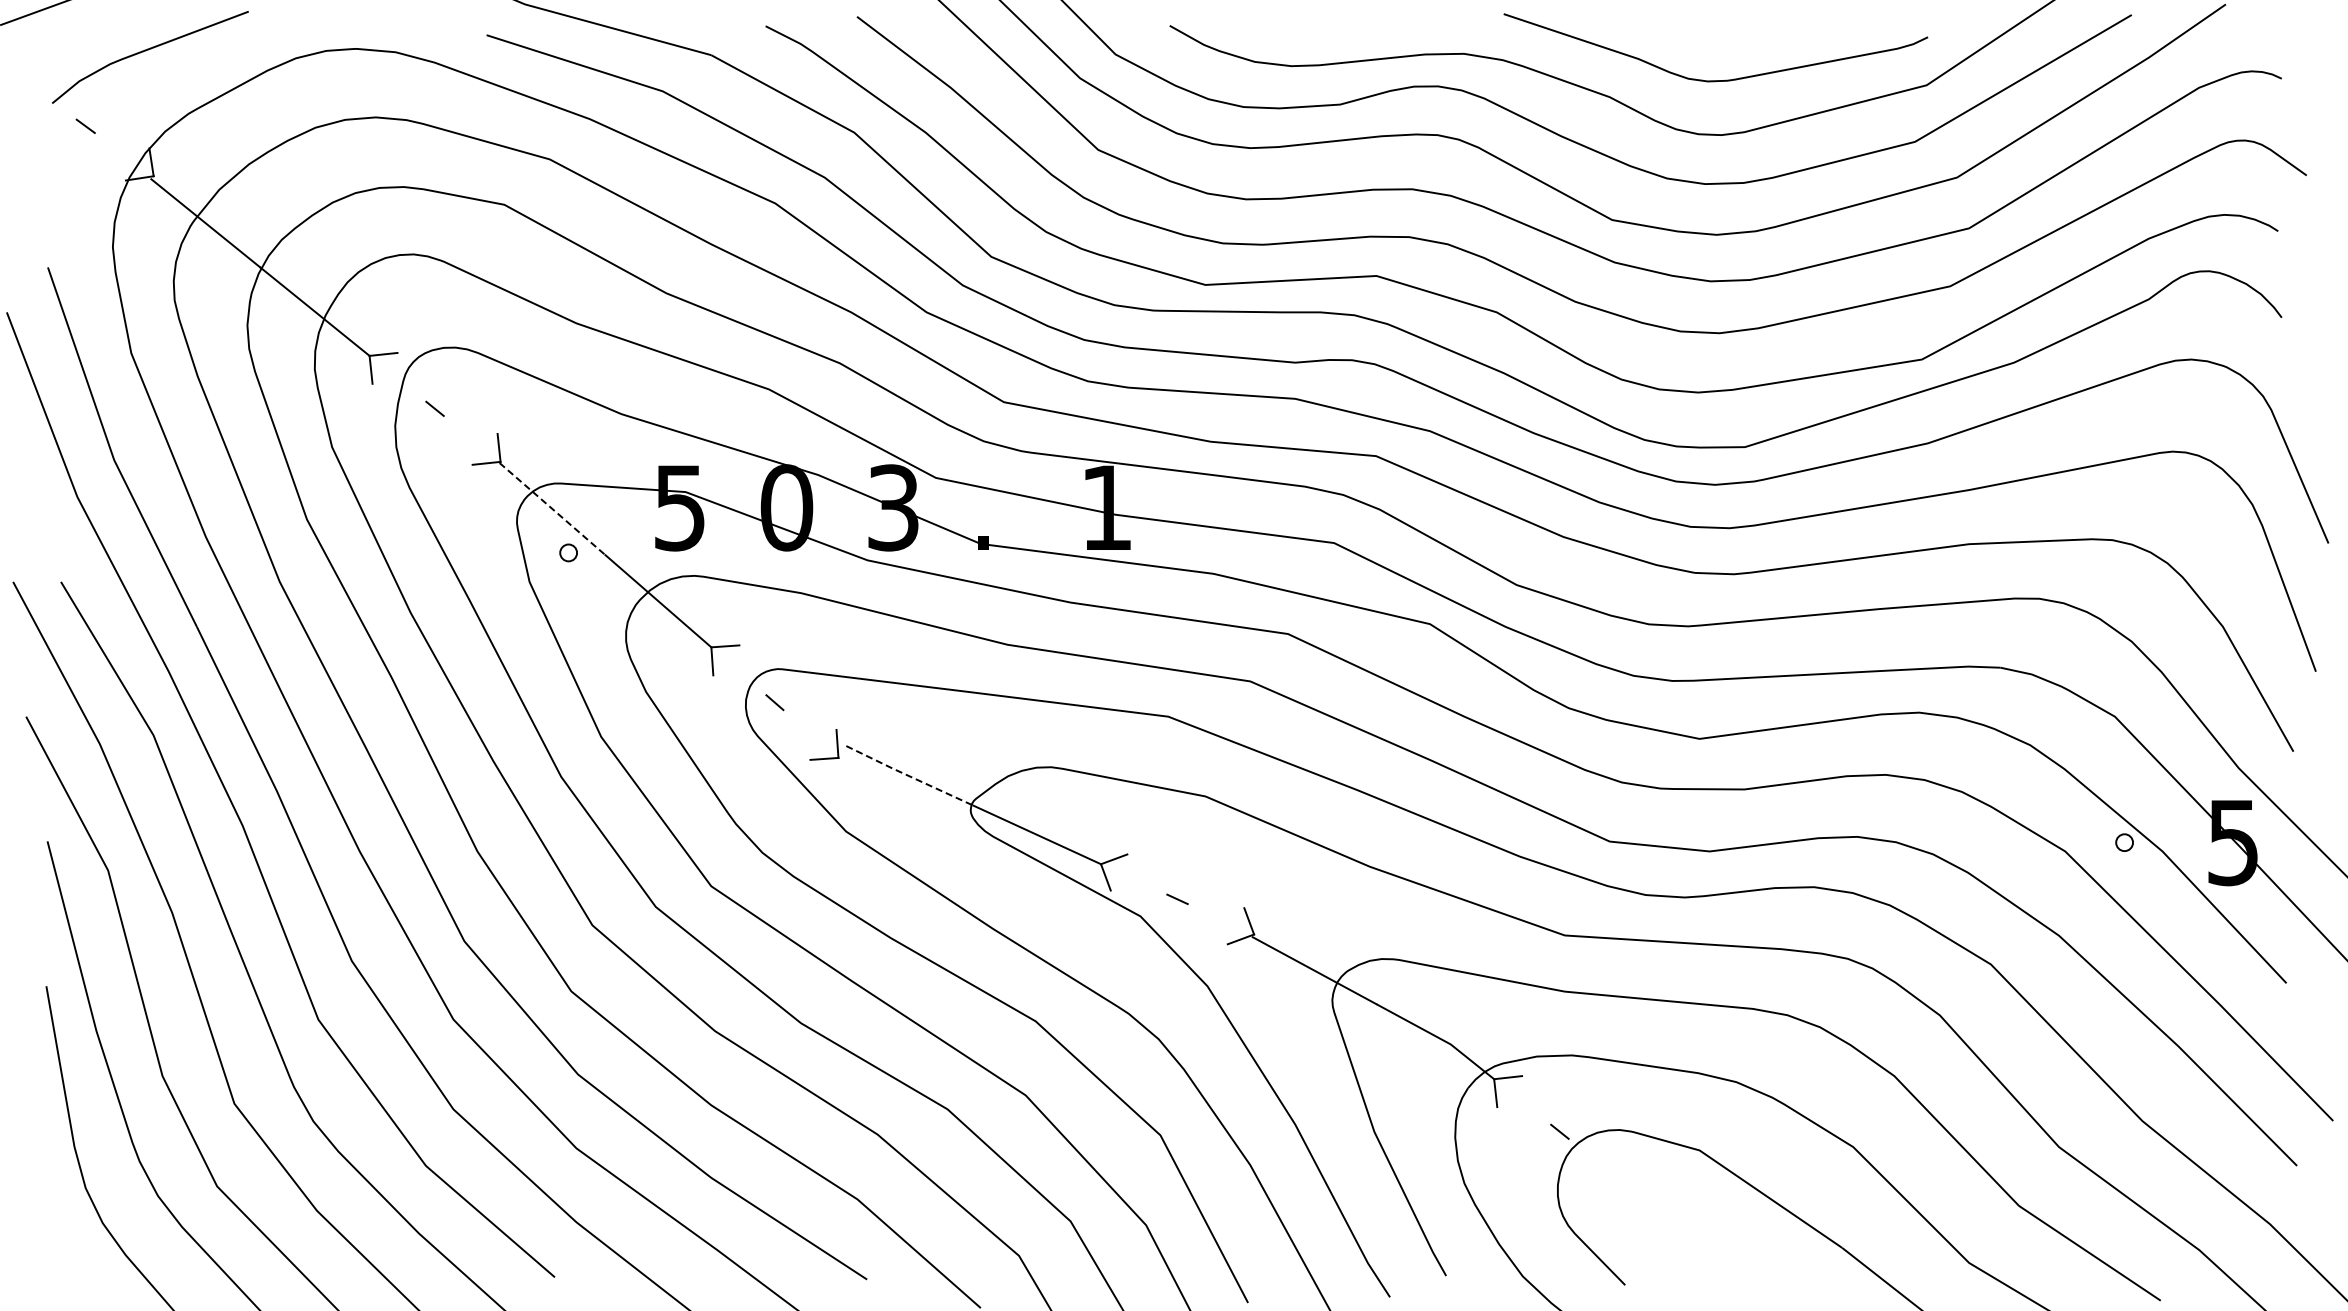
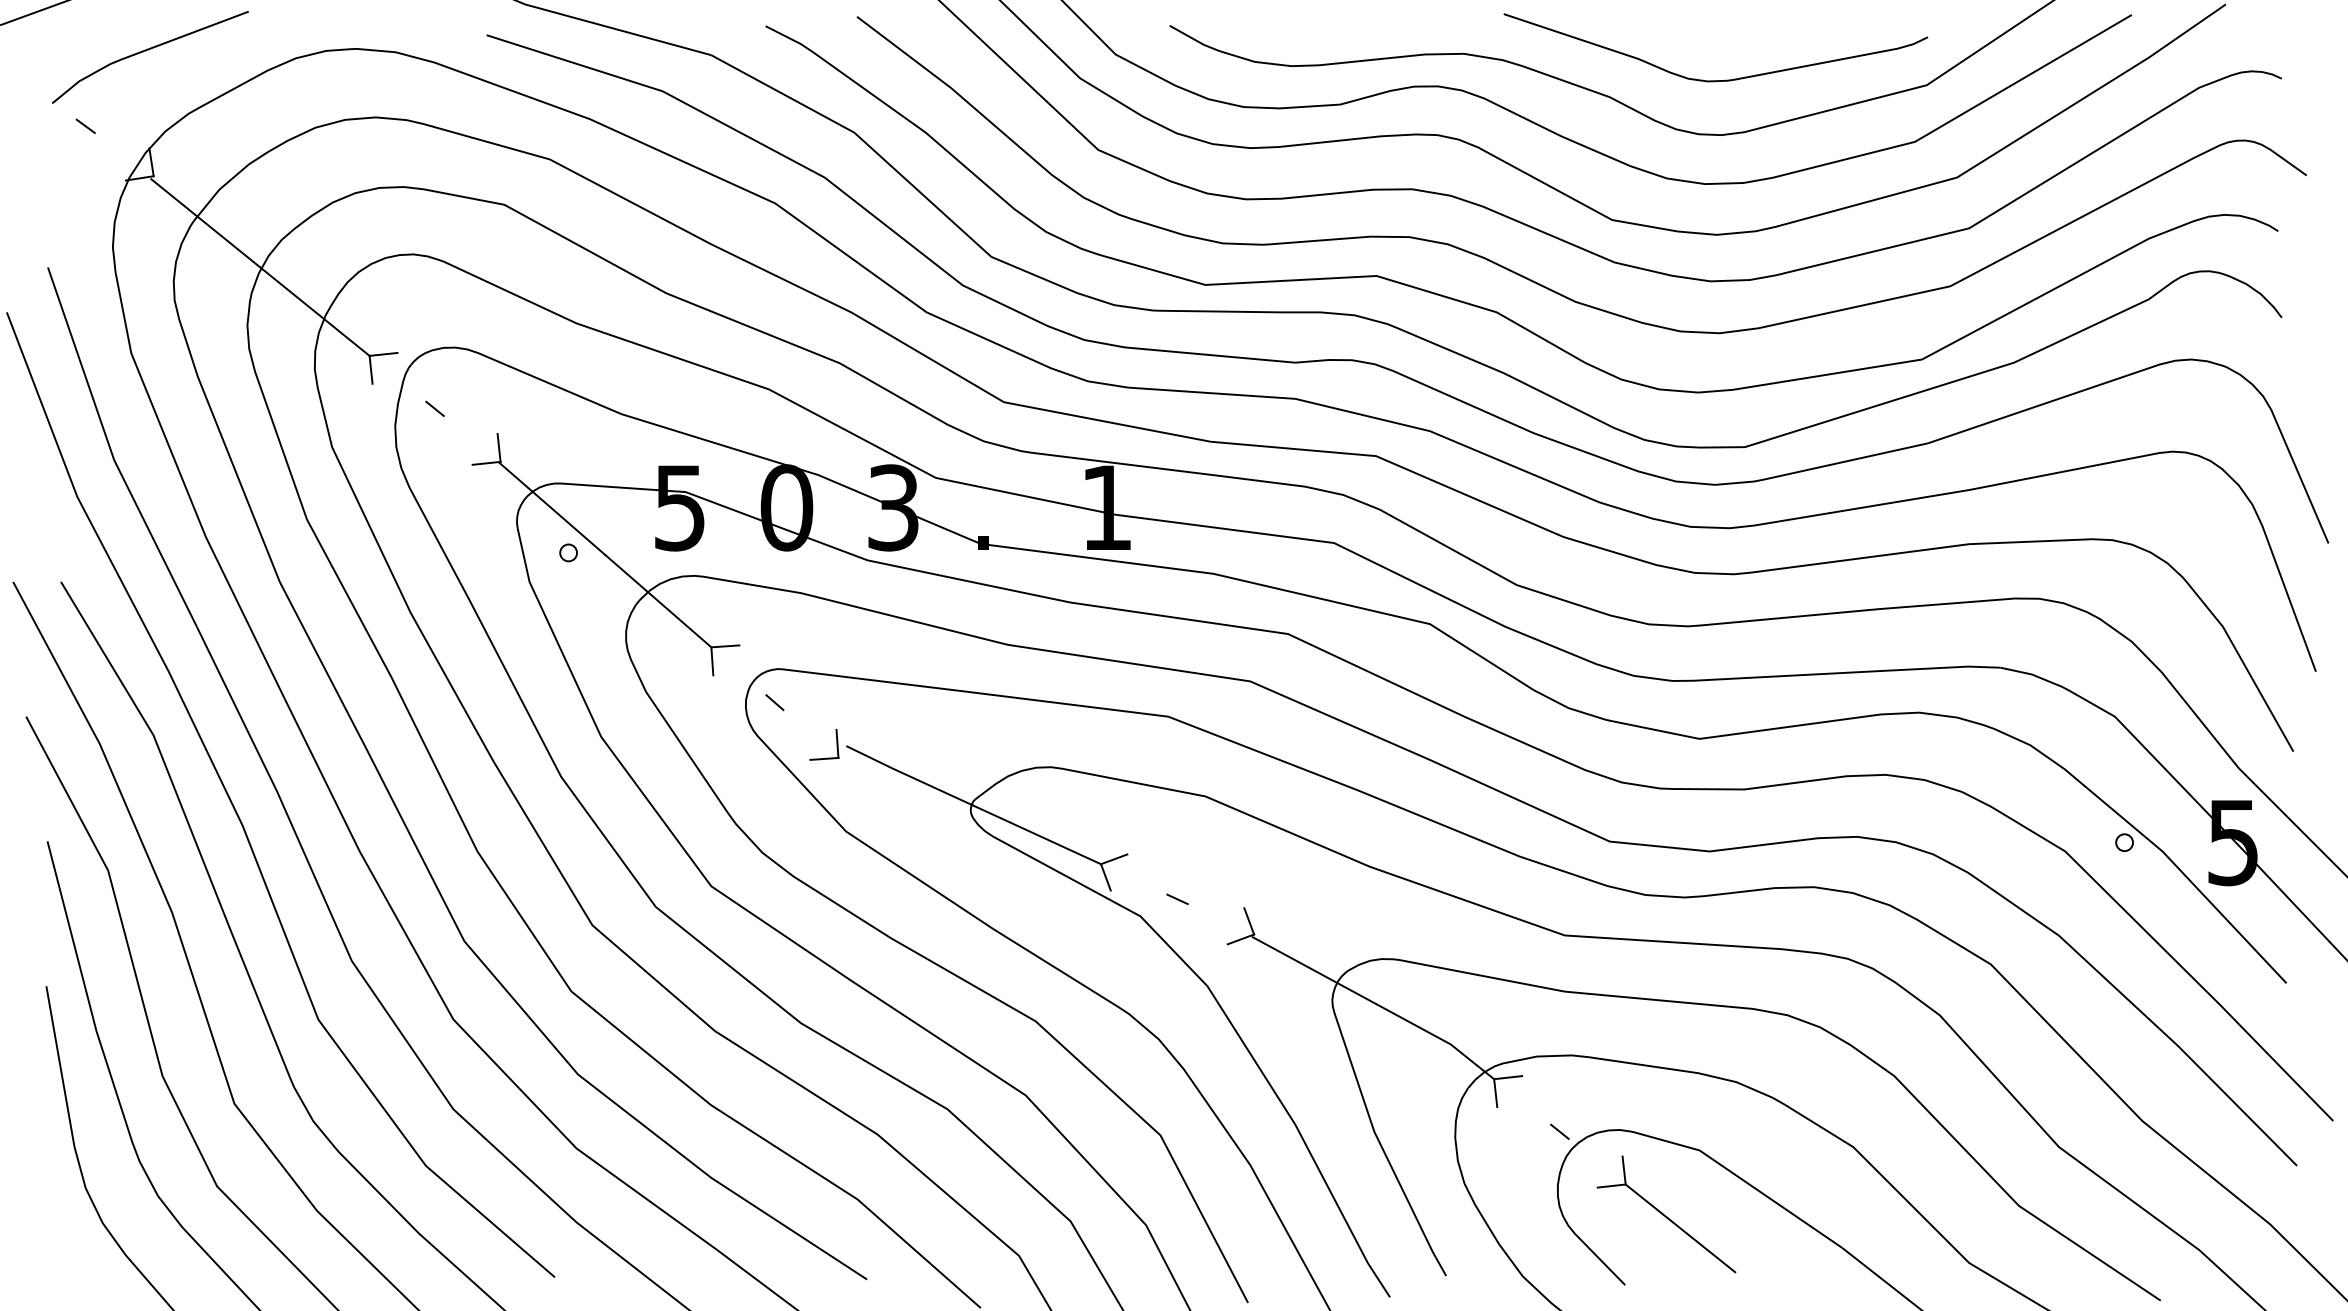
line at (552, 509): dashed -> solid
line at (909, 776): dashed -> solid
part at (1666, 1214): none -> present
